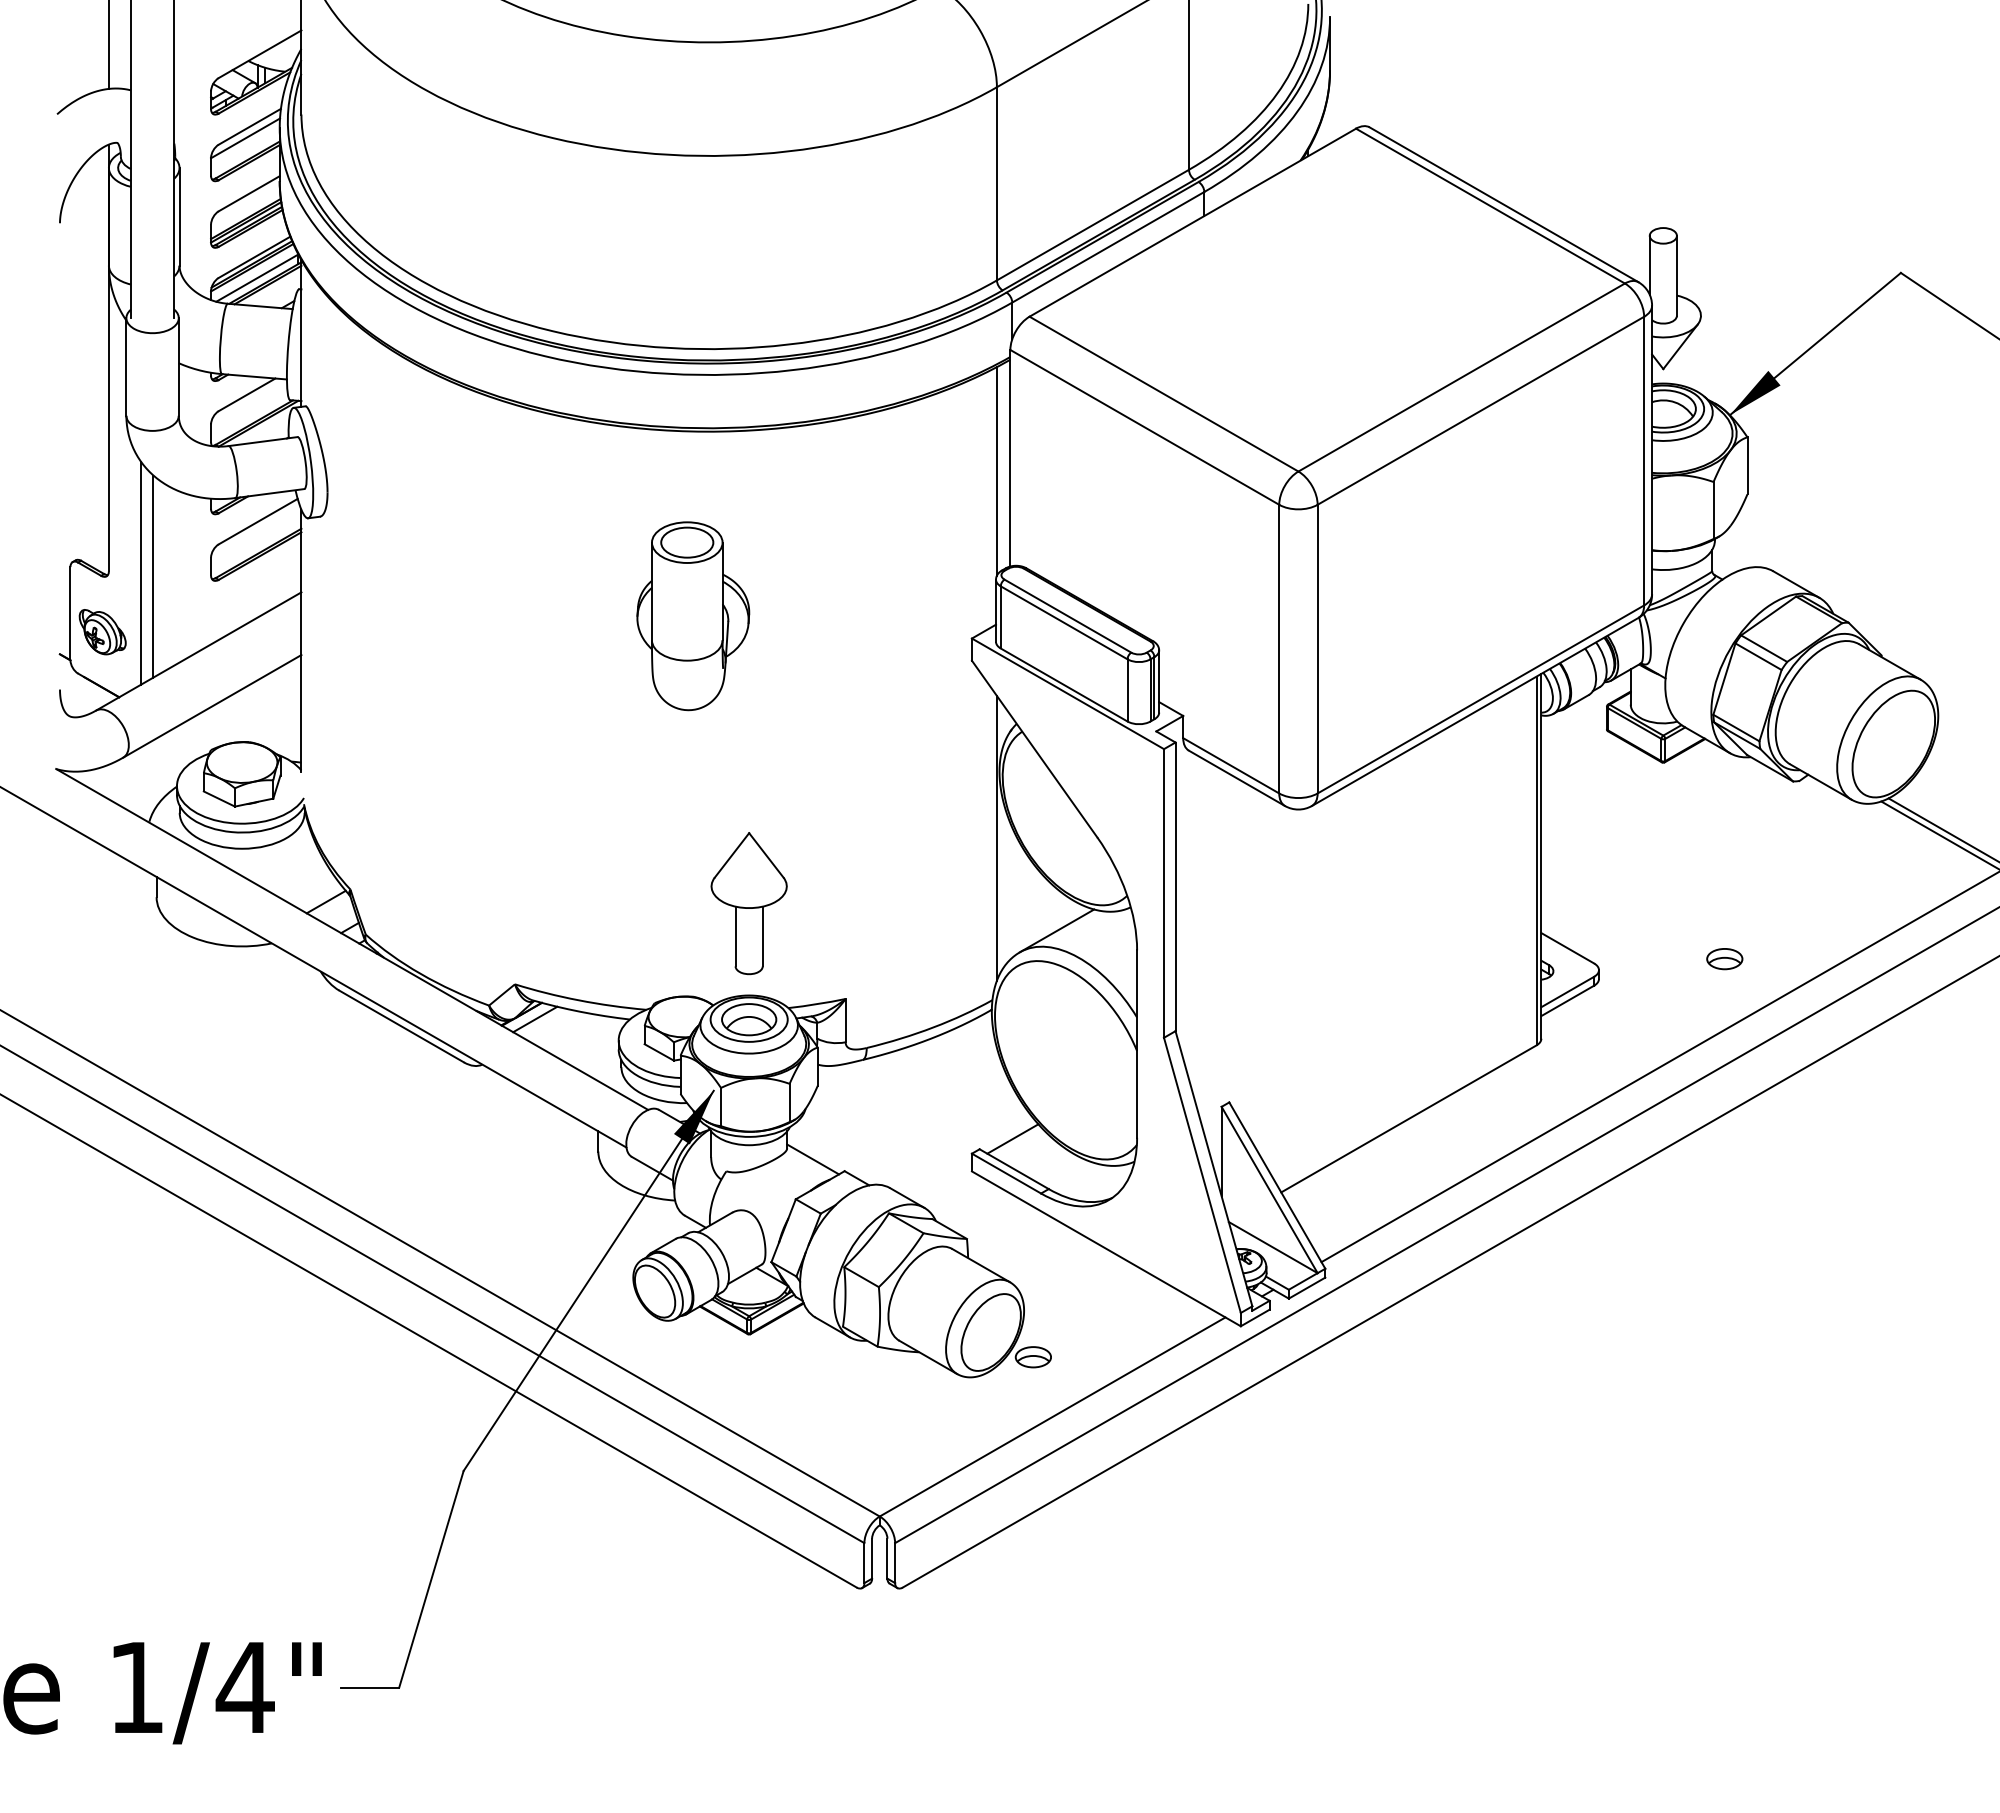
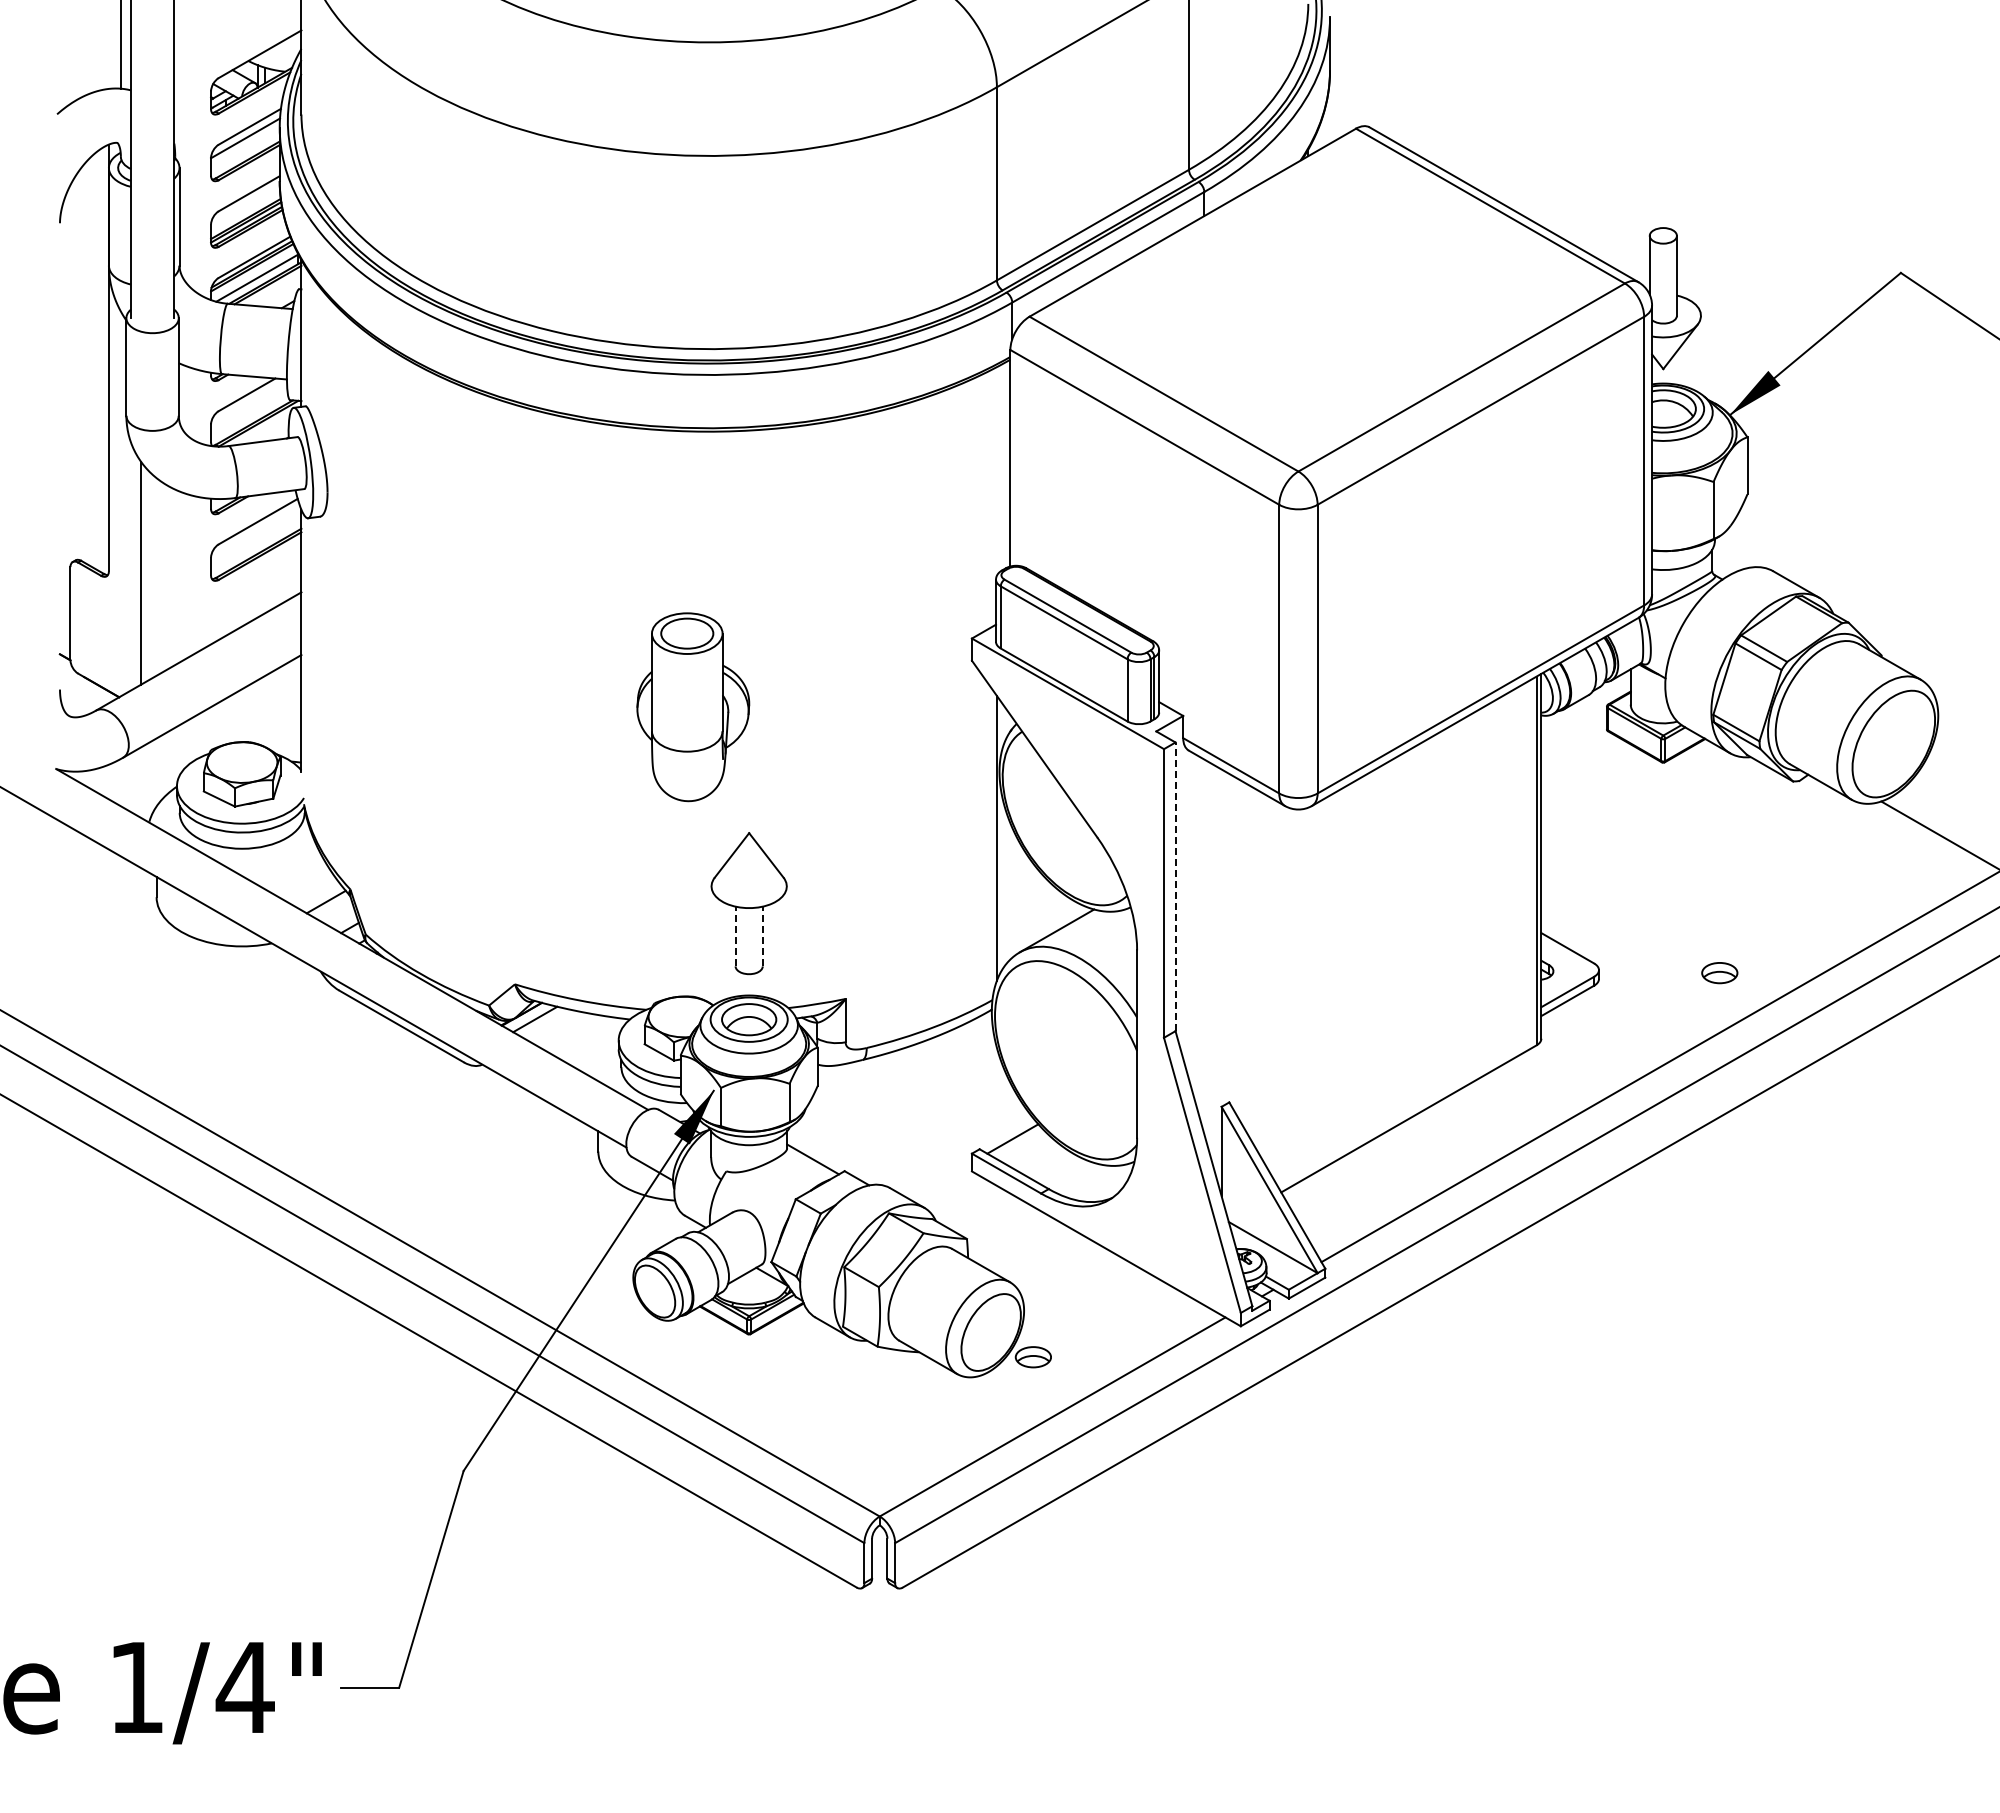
line at (108, 45) position: (108, 45) -> (120, 45)
line at (996, 471): present -> none
line at (153, 576): present -> none
part at (693, 616) position: (693, 616) -> (693, 707)
part at (102, 632): present -> none
line at (1942, 829): present -> none
line at (1175, 886): solid -> dashed
line at (735, 936): solid -> dashed
line at (762, 936): solid -> dashed
part at (1724, 959) position: (1724, 959) -> (1719, 973)
